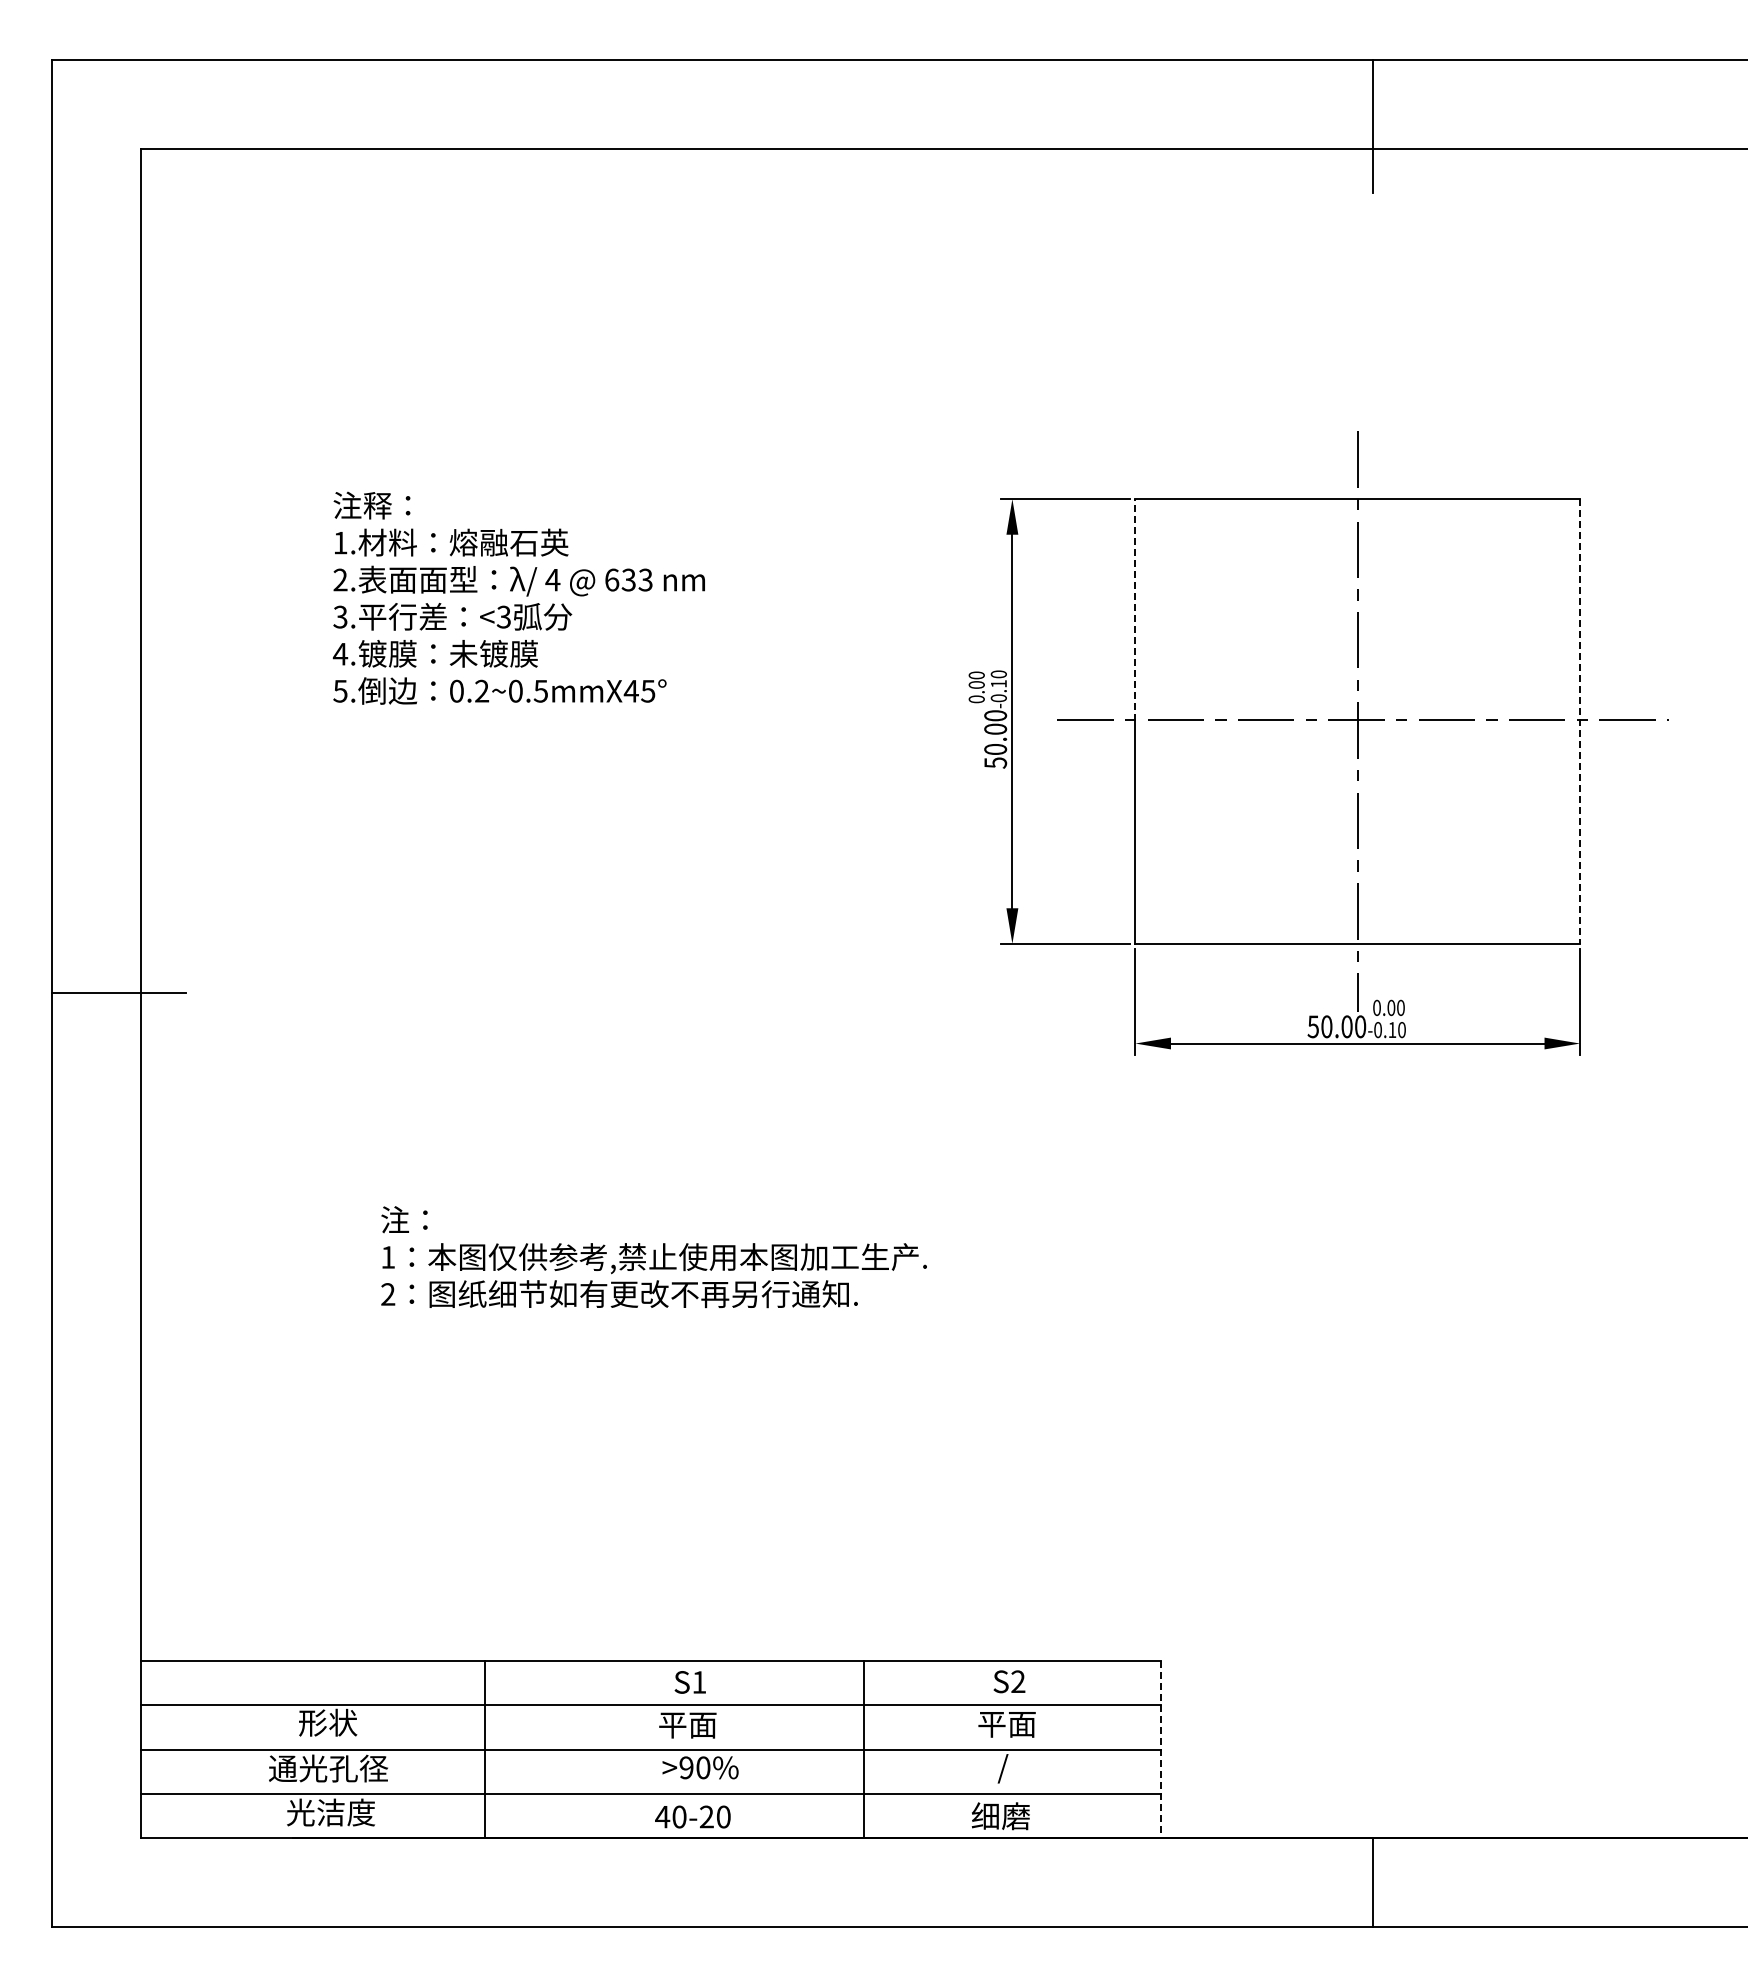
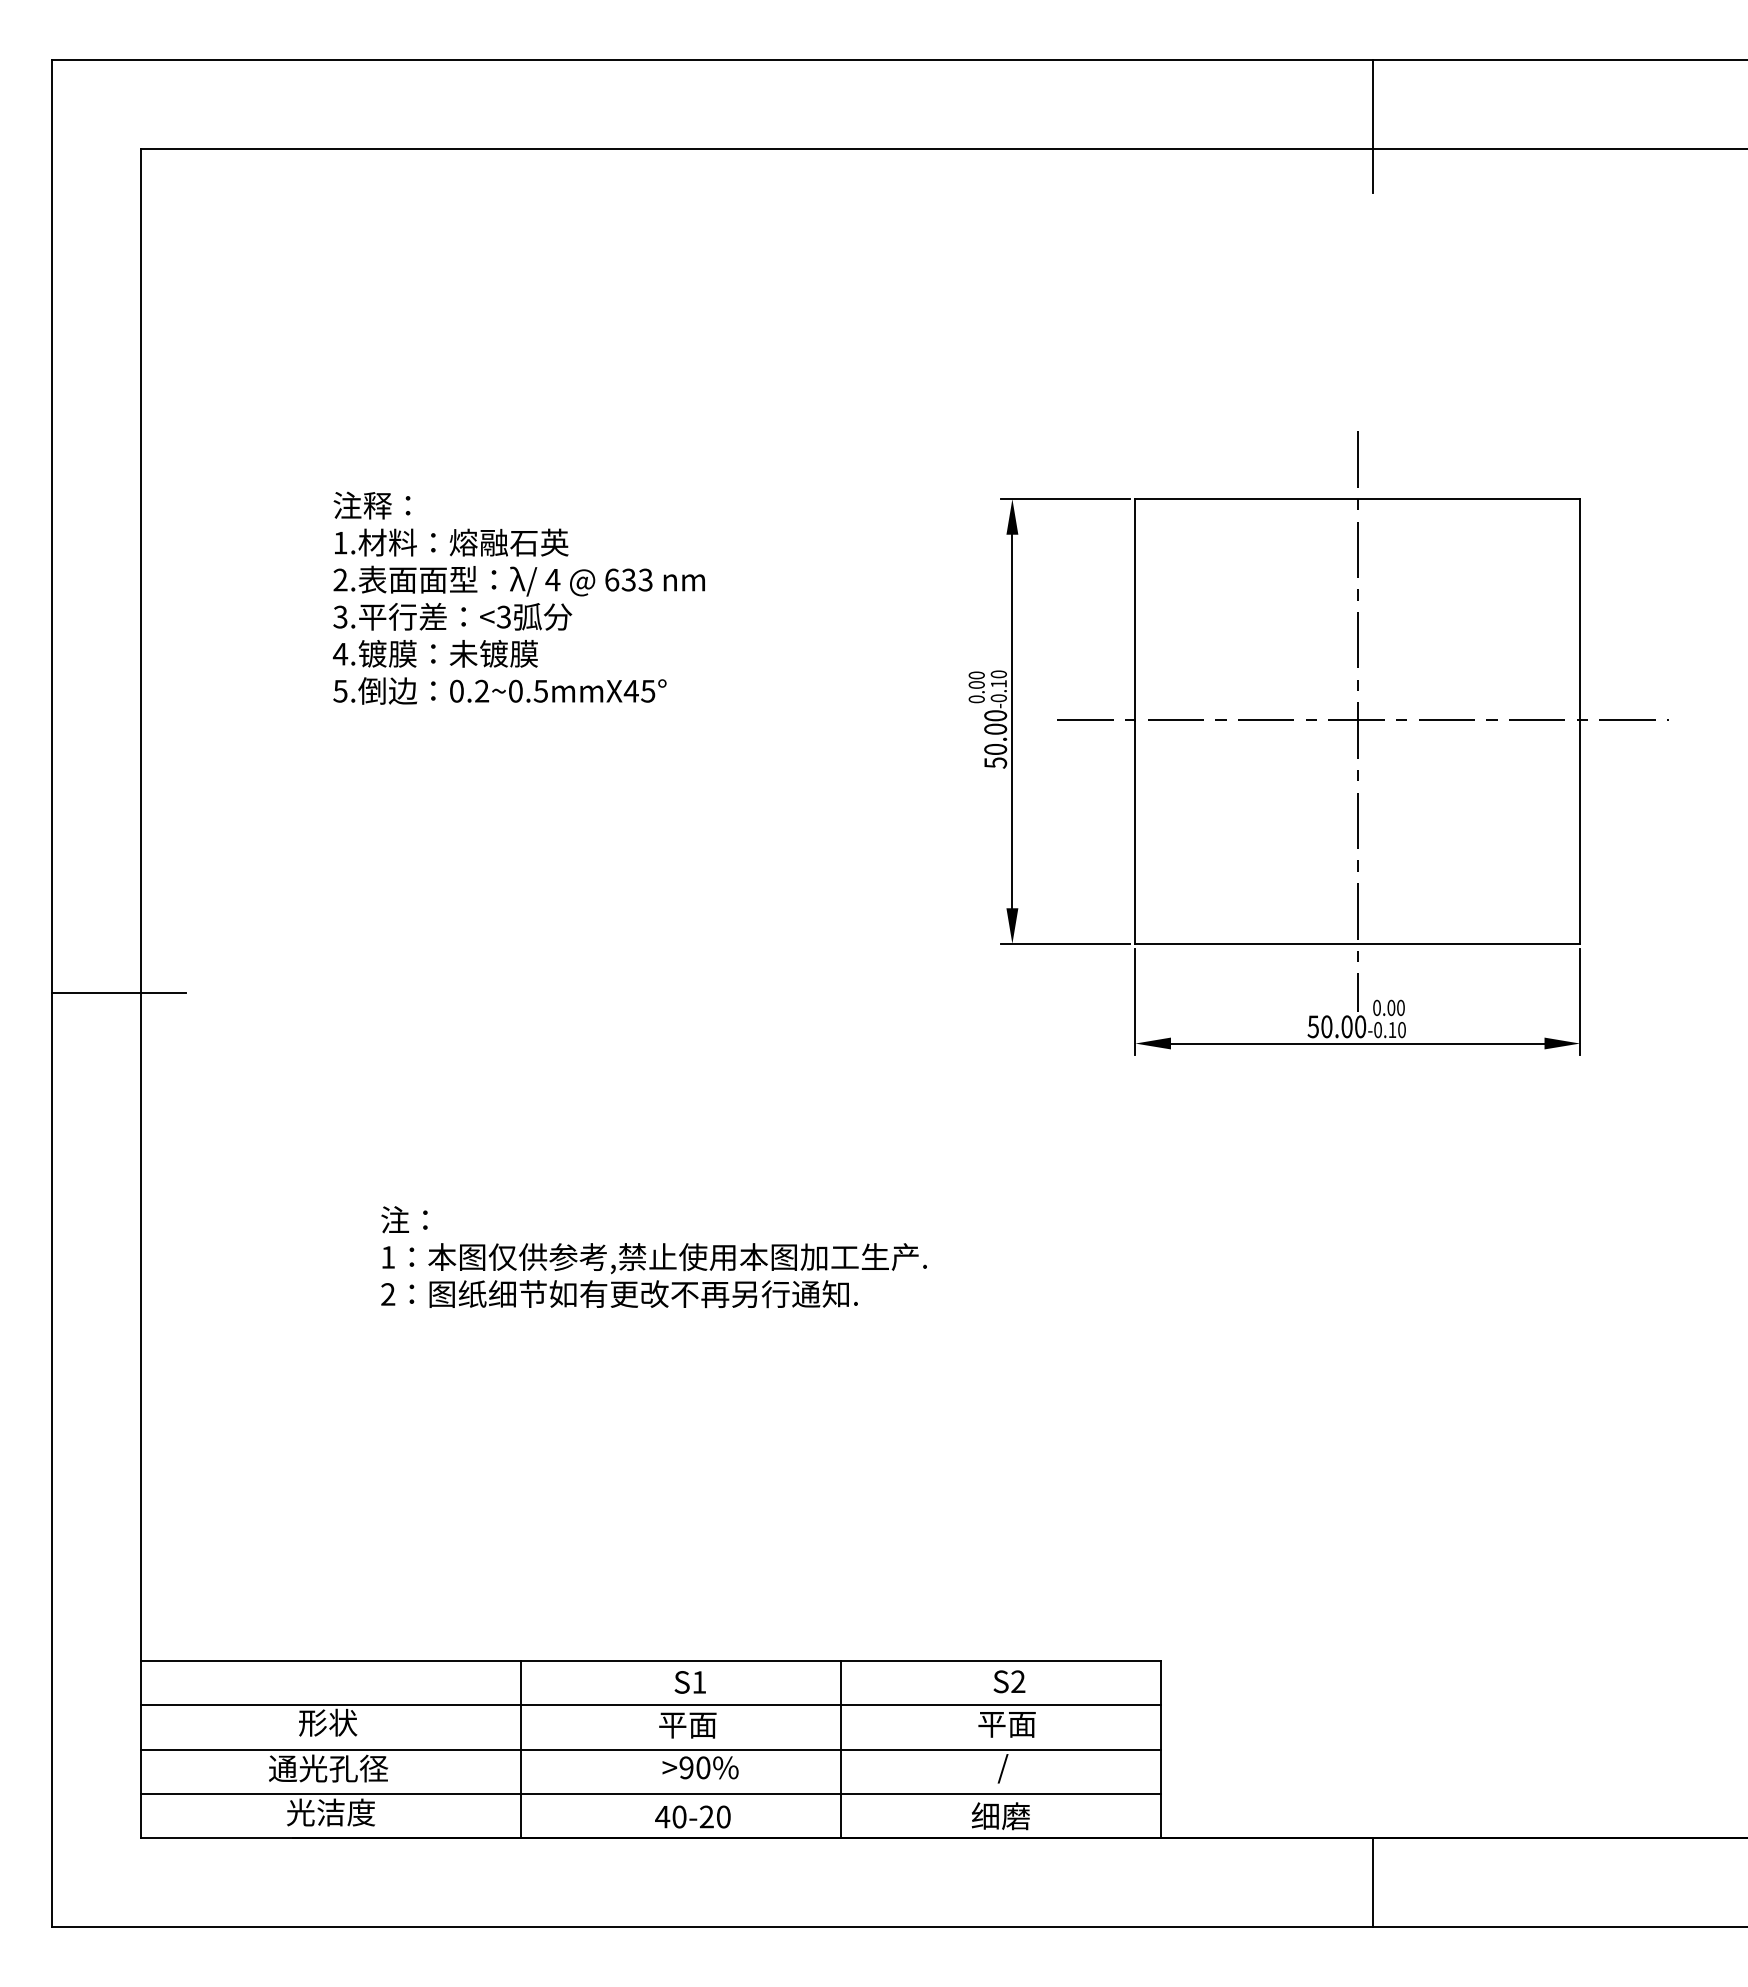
line at (1135, 609): dashed -> solid
line at (1580, 721): dashed -> solid
line at (484, 1749) position: (484, 1749) -> (520, 1749)
line at (863, 1749) position: (863, 1749) -> (840, 1749)
line at (1161, 1749): dashed -> solid
